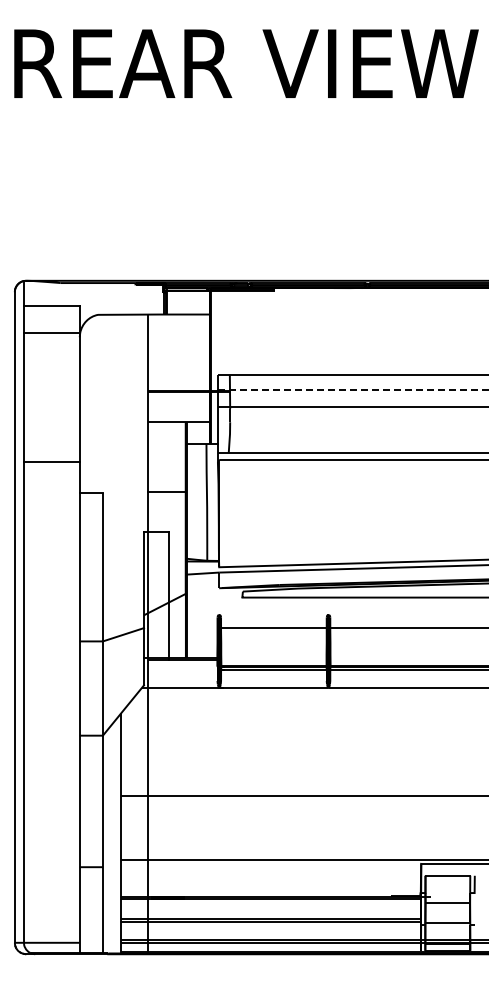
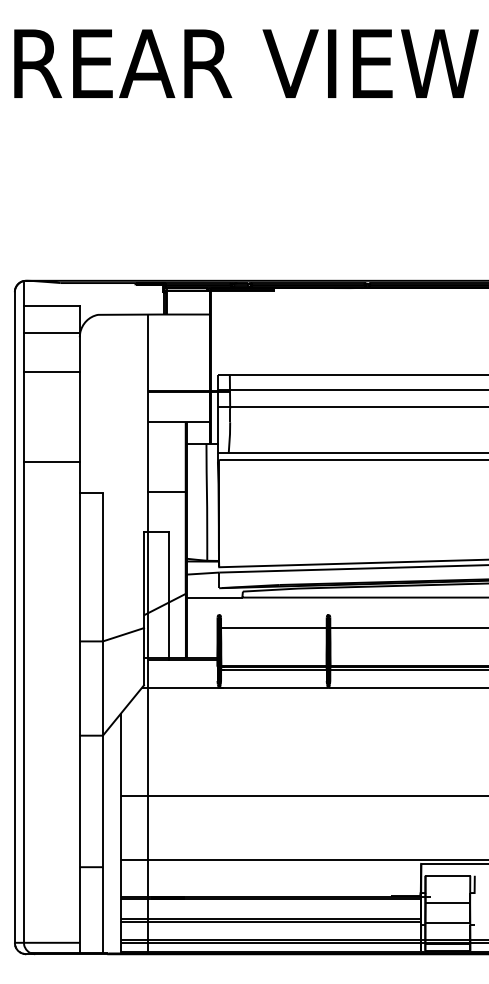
line at (51, 371): none -> present
line at (353, 389): dashed -> solid
line at (214, 597): none -> present
